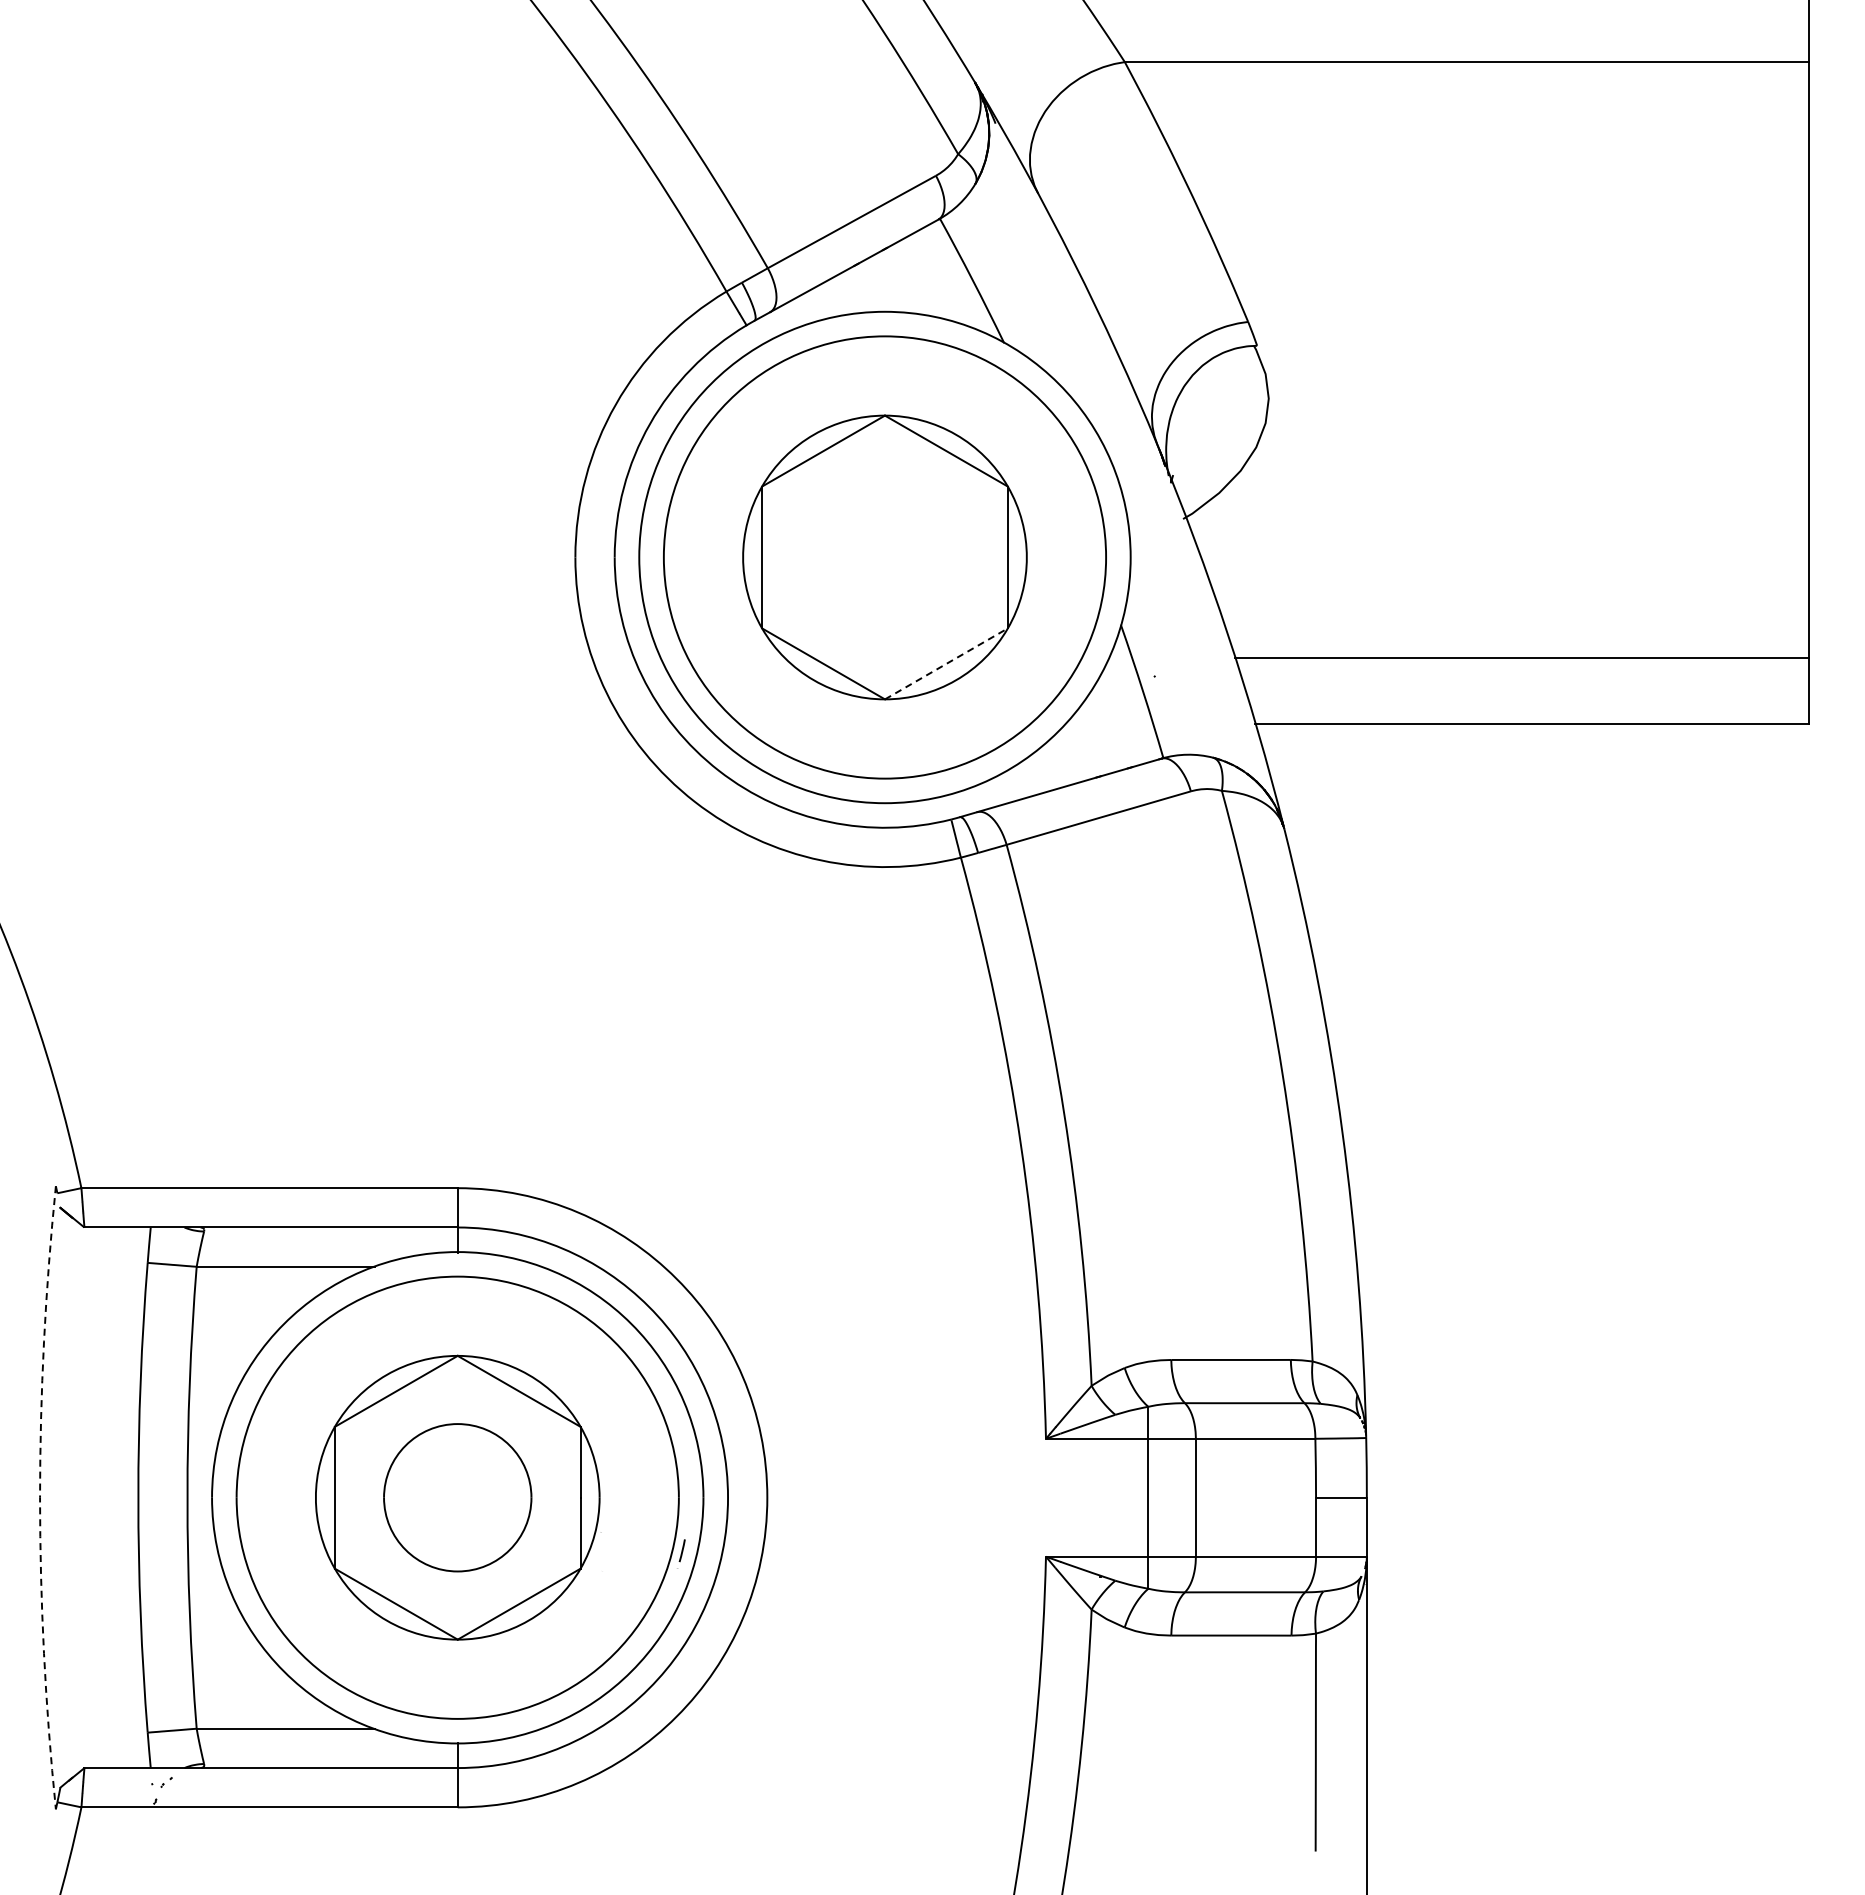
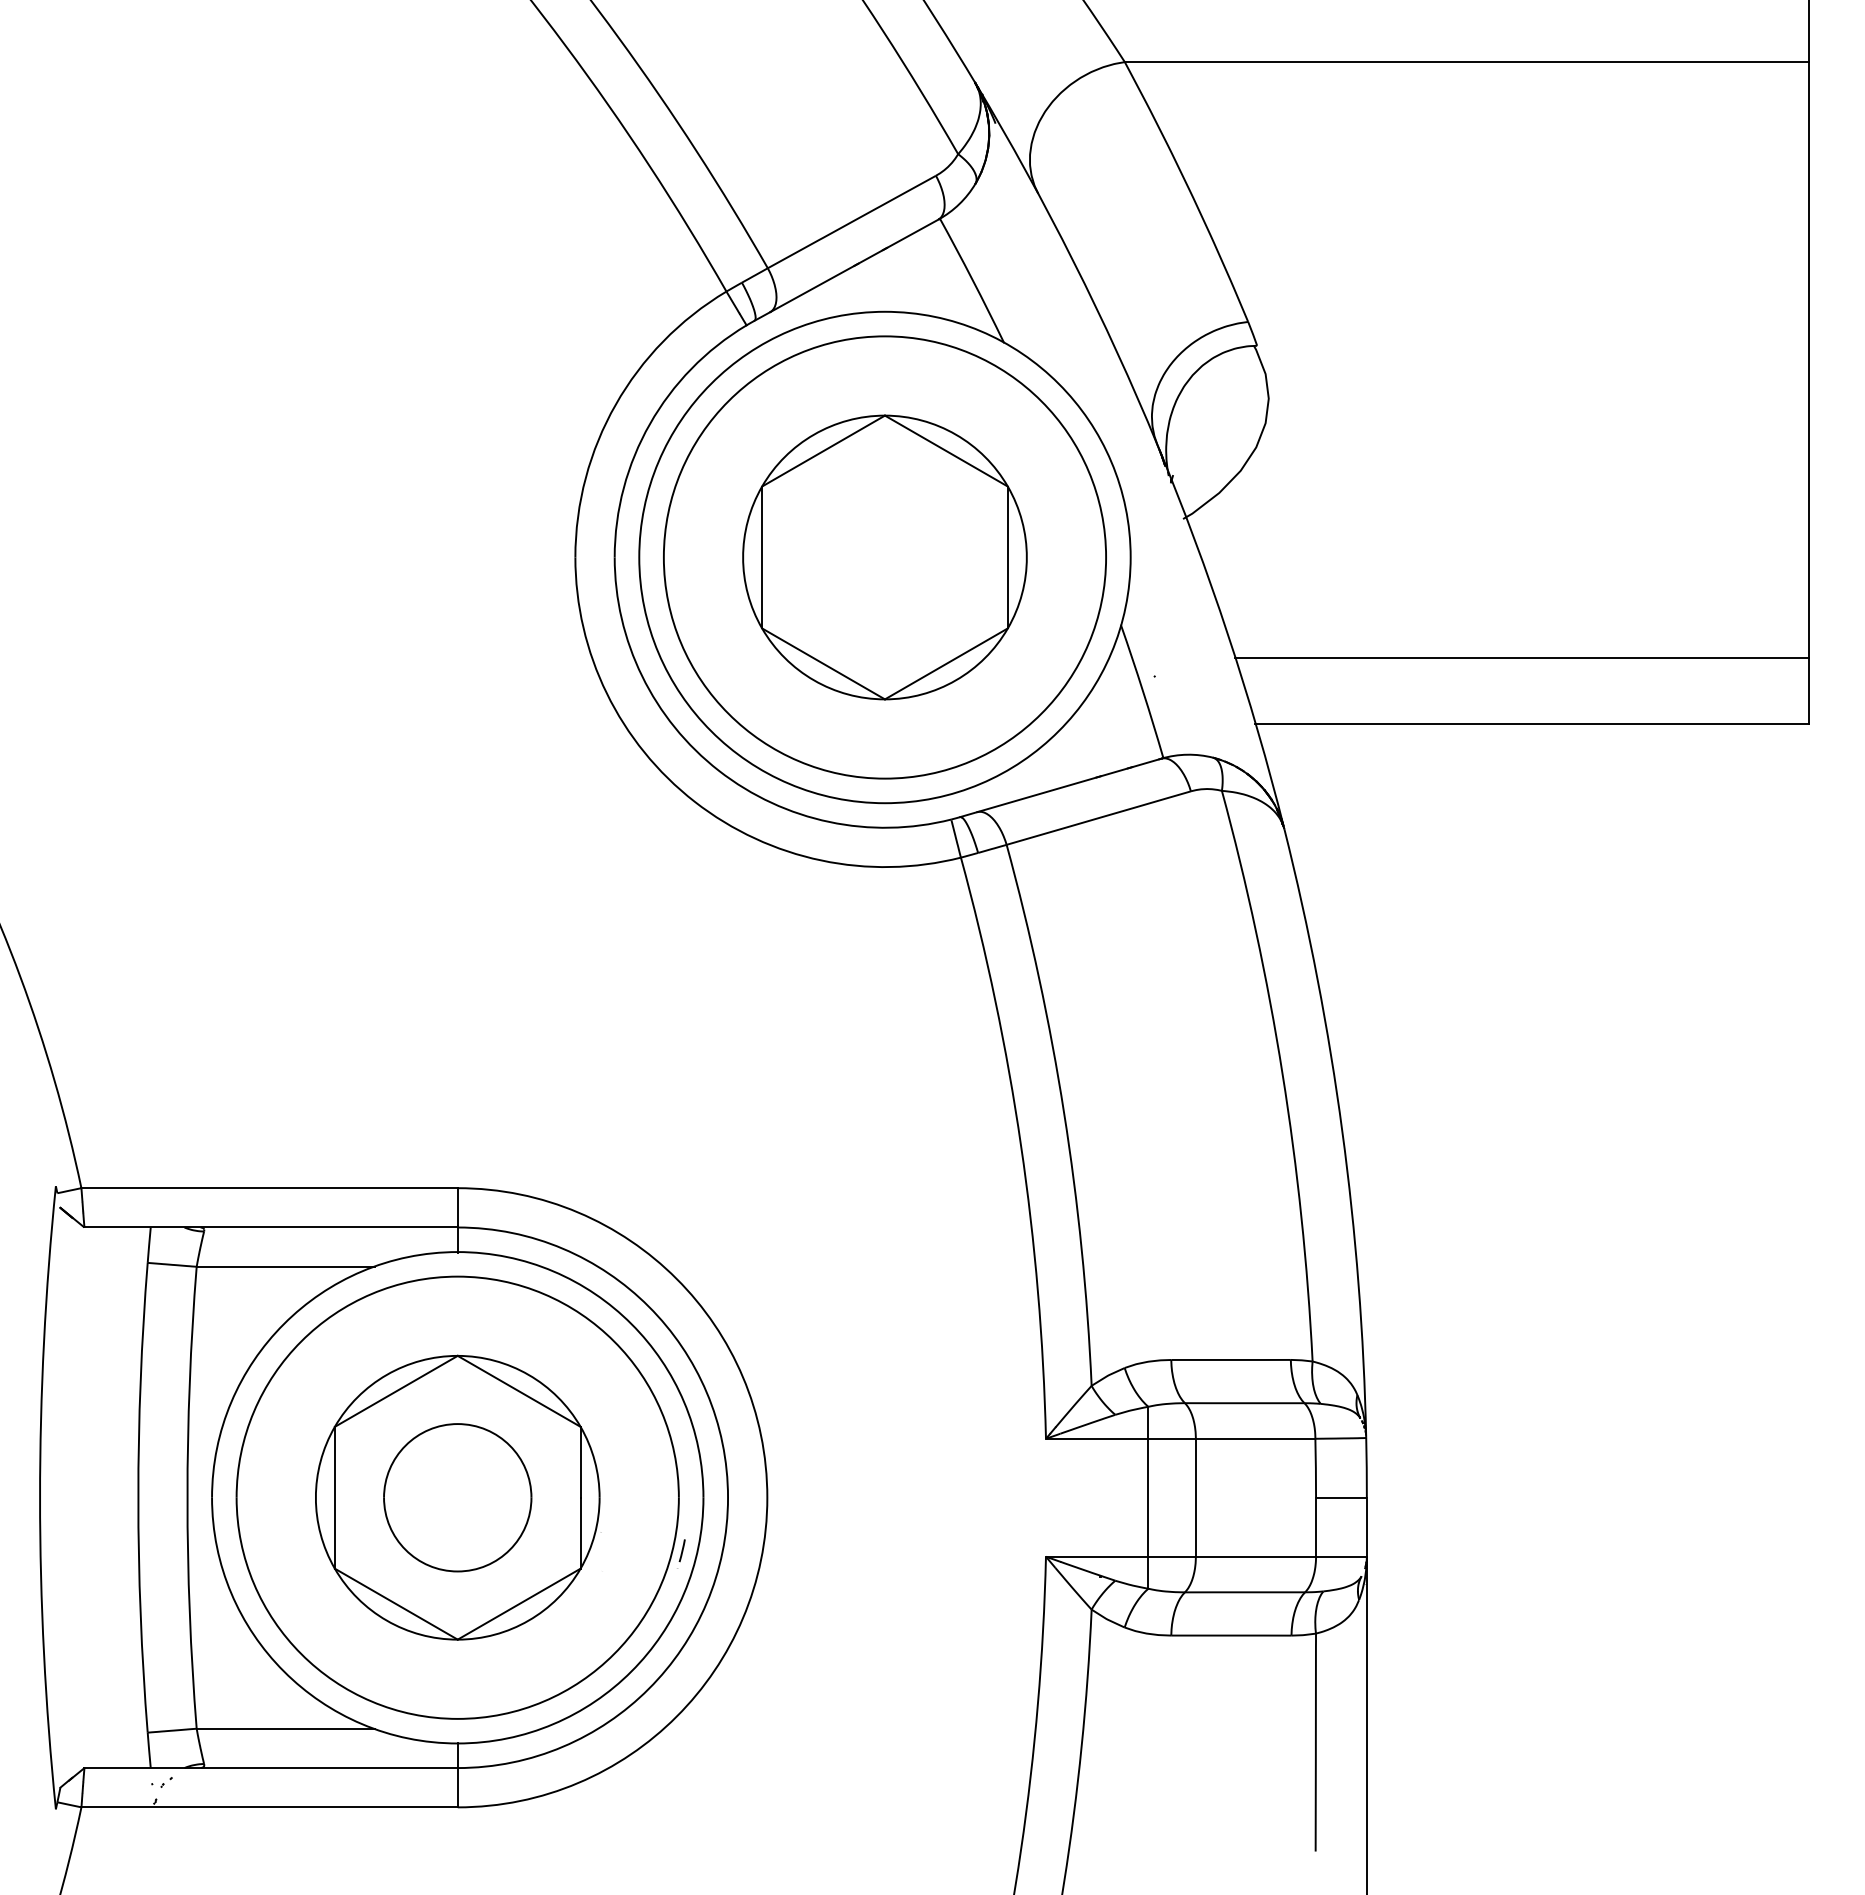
line at (946, 663): dashed -> solid
arc at (40, 1497): dashed -> solid
